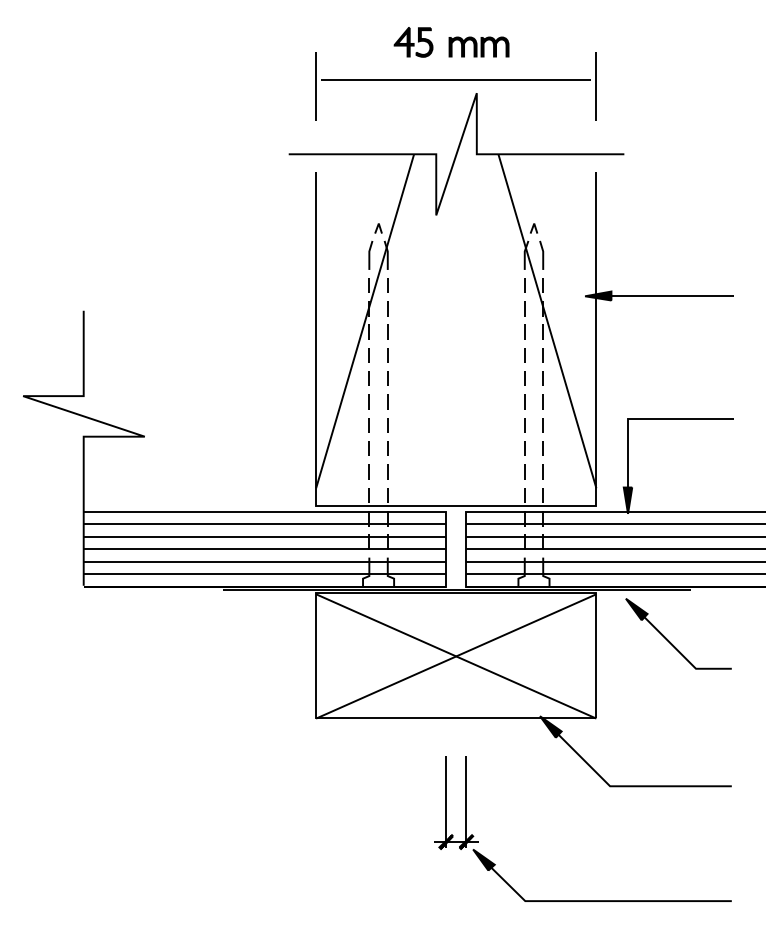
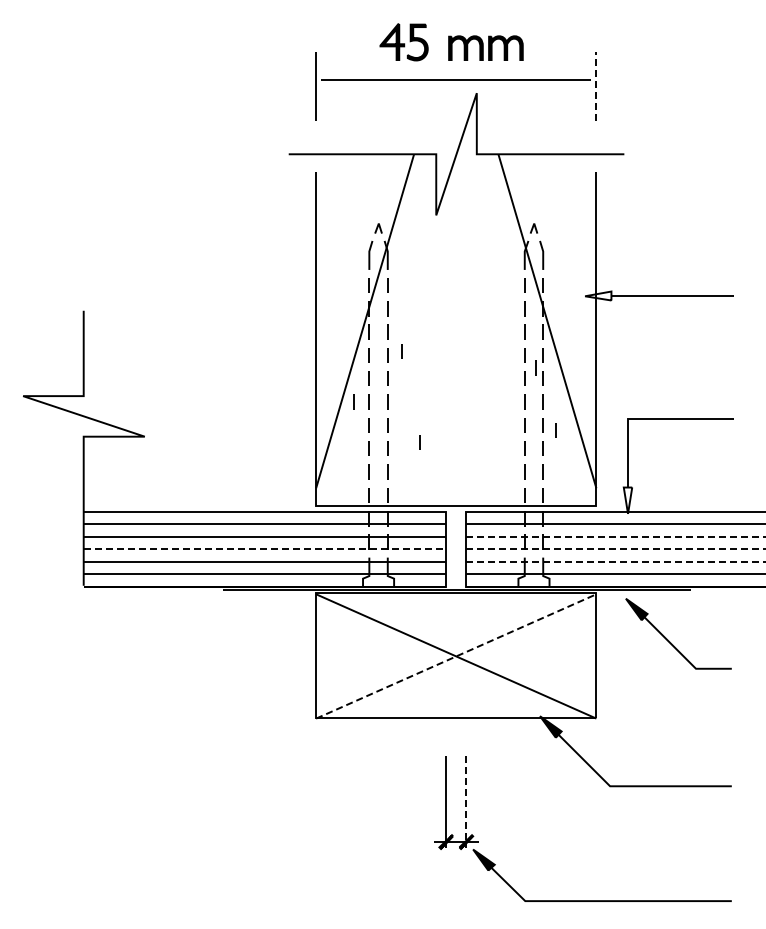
part at (451, 42) size: 117x31 px -> 145x39 px
line at (596, 86): solid -> dashed
fill at (598, 295): present -> none
line at (401, 351): none -> present
line at (535, 367): none -> present
line at (353, 401): none -> present
line at (555, 430): none -> present
line at (419, 442): none -> present
fill at (627, 500): present -> none
line at (616, 537): solid -> dashed
line at (265, 549): solid -> dashed
line at (616, 549): solid -> dashed
line at (616, 561): solid -> dashed
line at (456, 656): solid -> dashed
line at (466, 802): solid -> dashed
